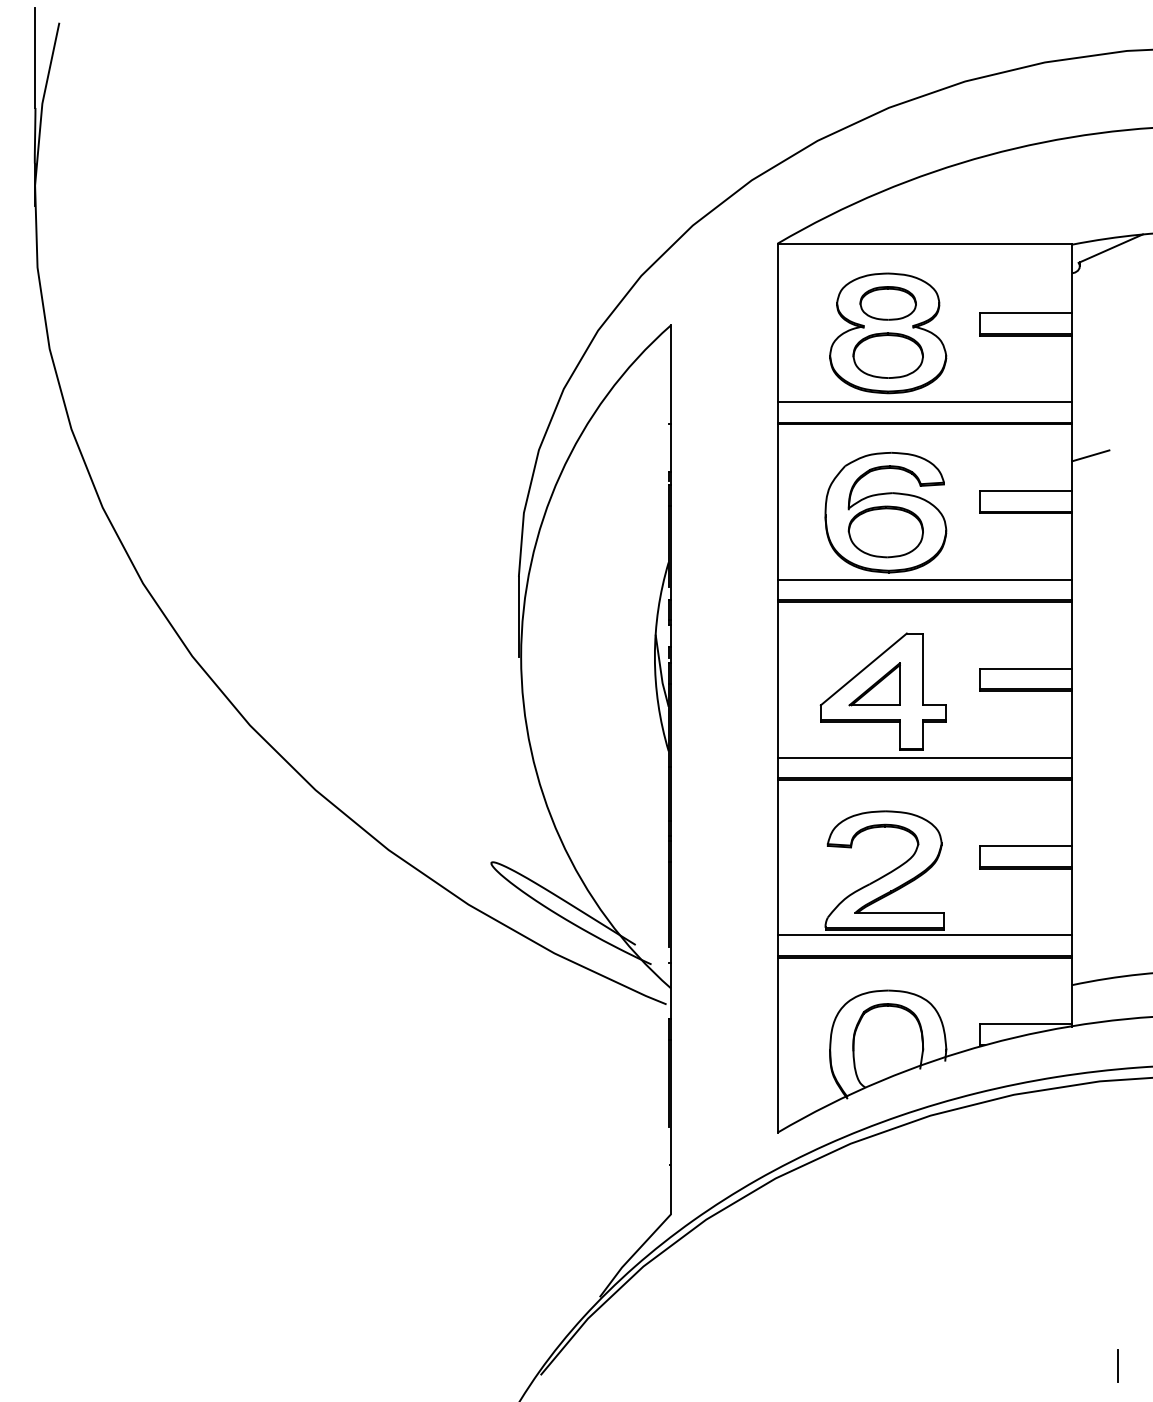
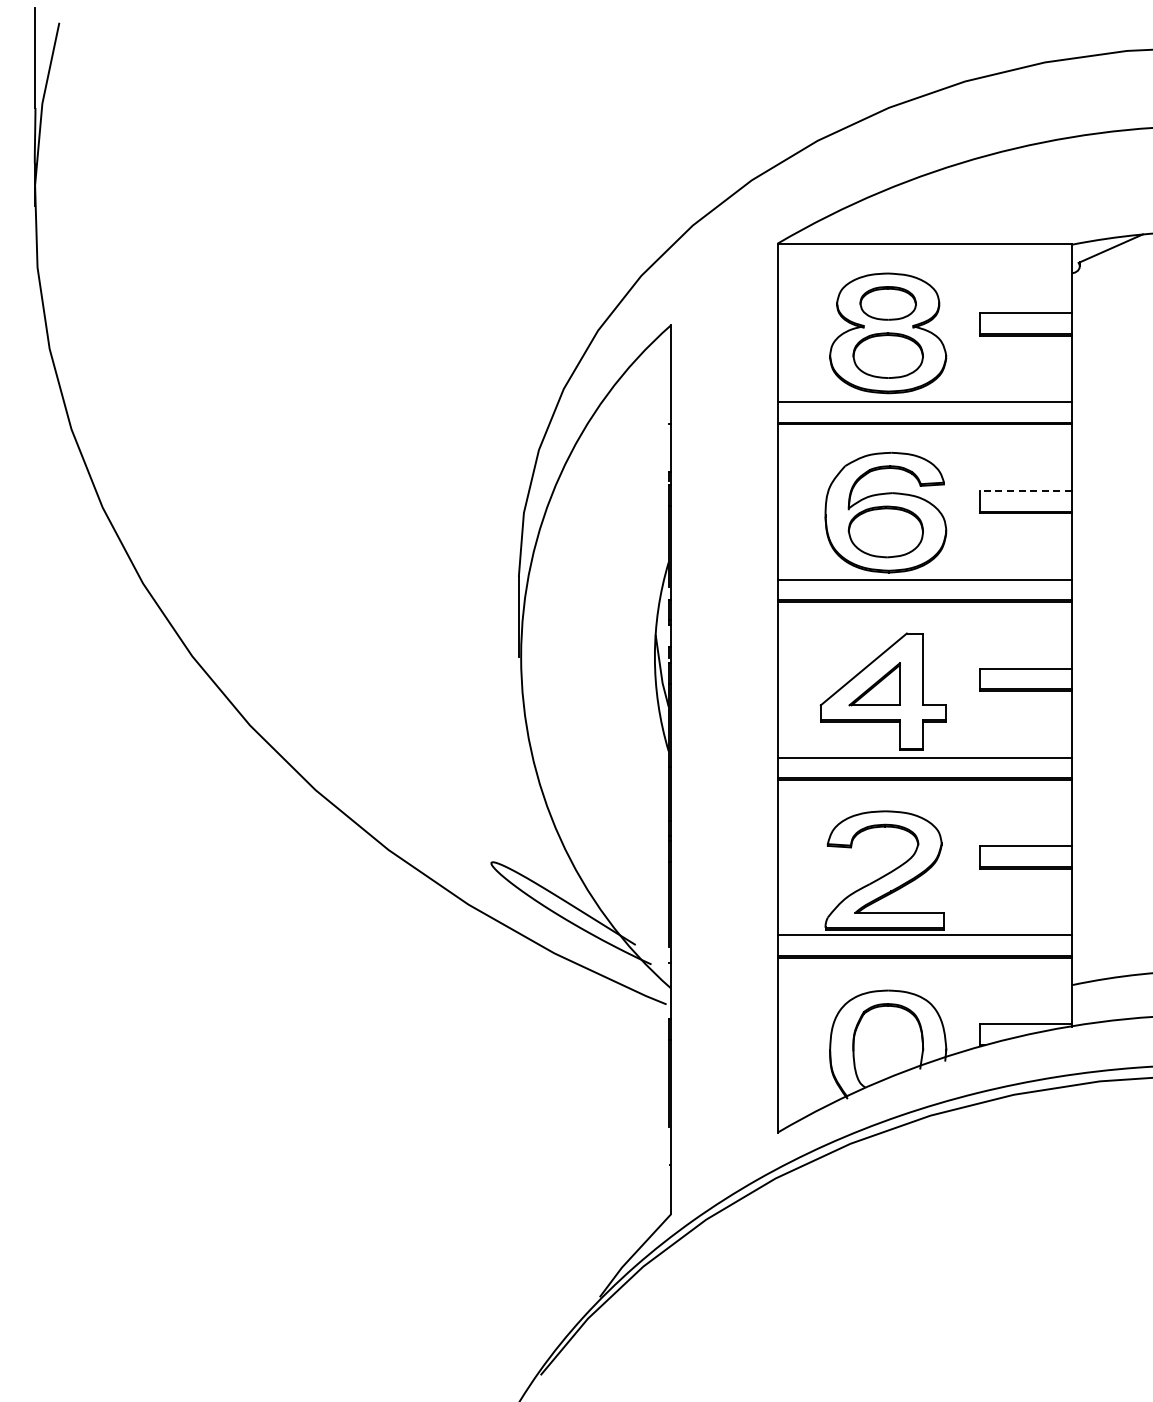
line at (1090, 455): present -> none
line at (1025, 490): solid -> dashed
line at (1118, 1365): present -> none
